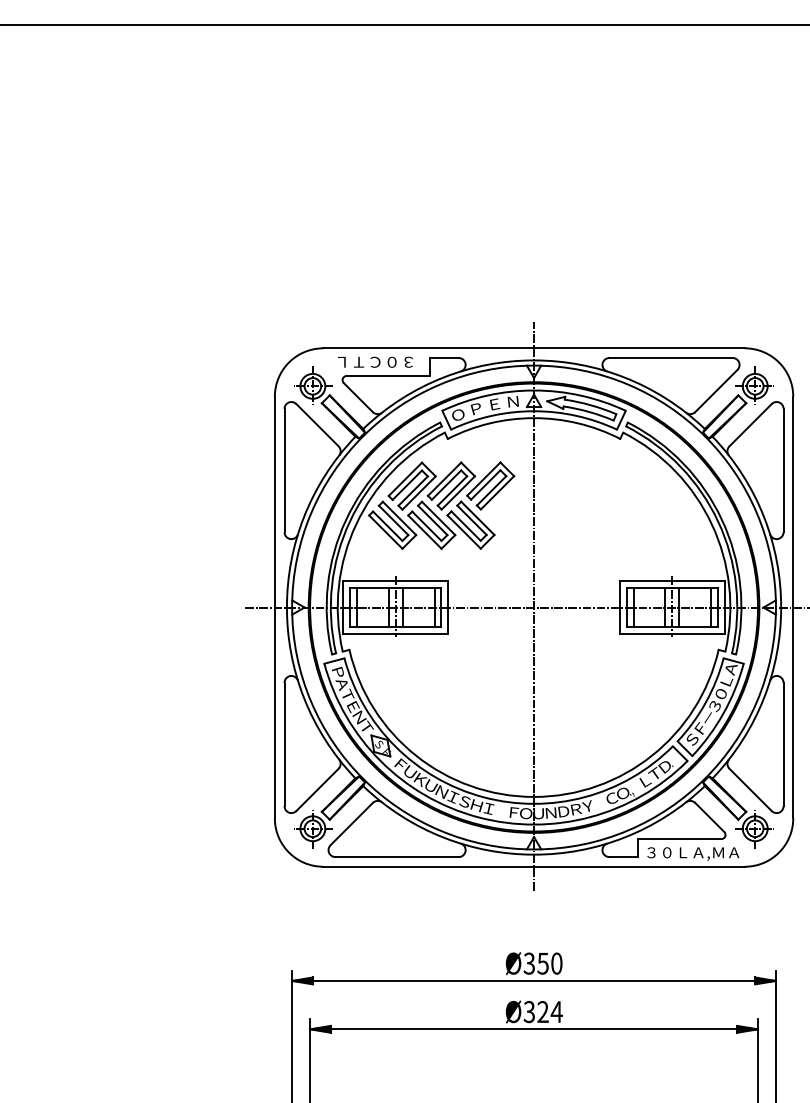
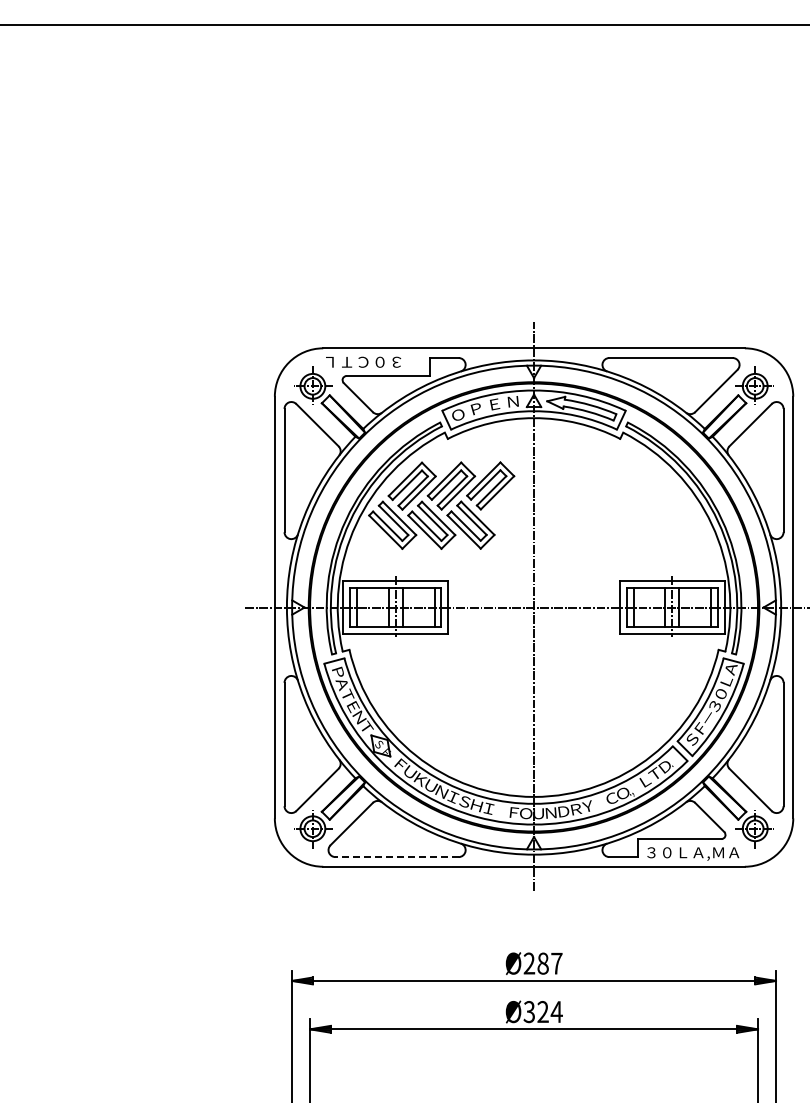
text at (375, 361) position: (375, 361) -> (363, 361)
line at (397, 857): solid -> dashed
text at (542, 963): Ø350 -> Ø287
